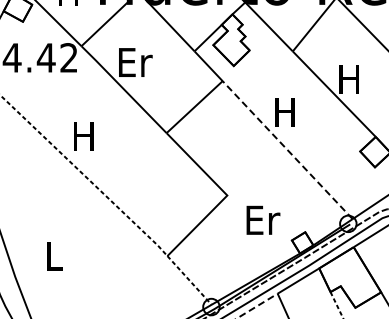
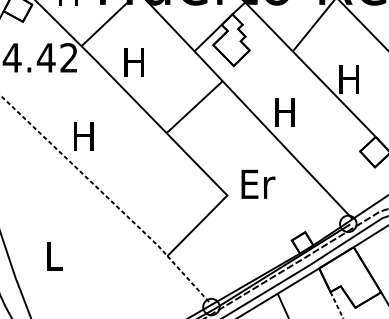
text at (135, 62): Er -> H
line at (287, 150): dashed -> solid
text at (263, 219) position: (263, 219) -> (258, 183)
line at (257, 306): dashed -> solid
